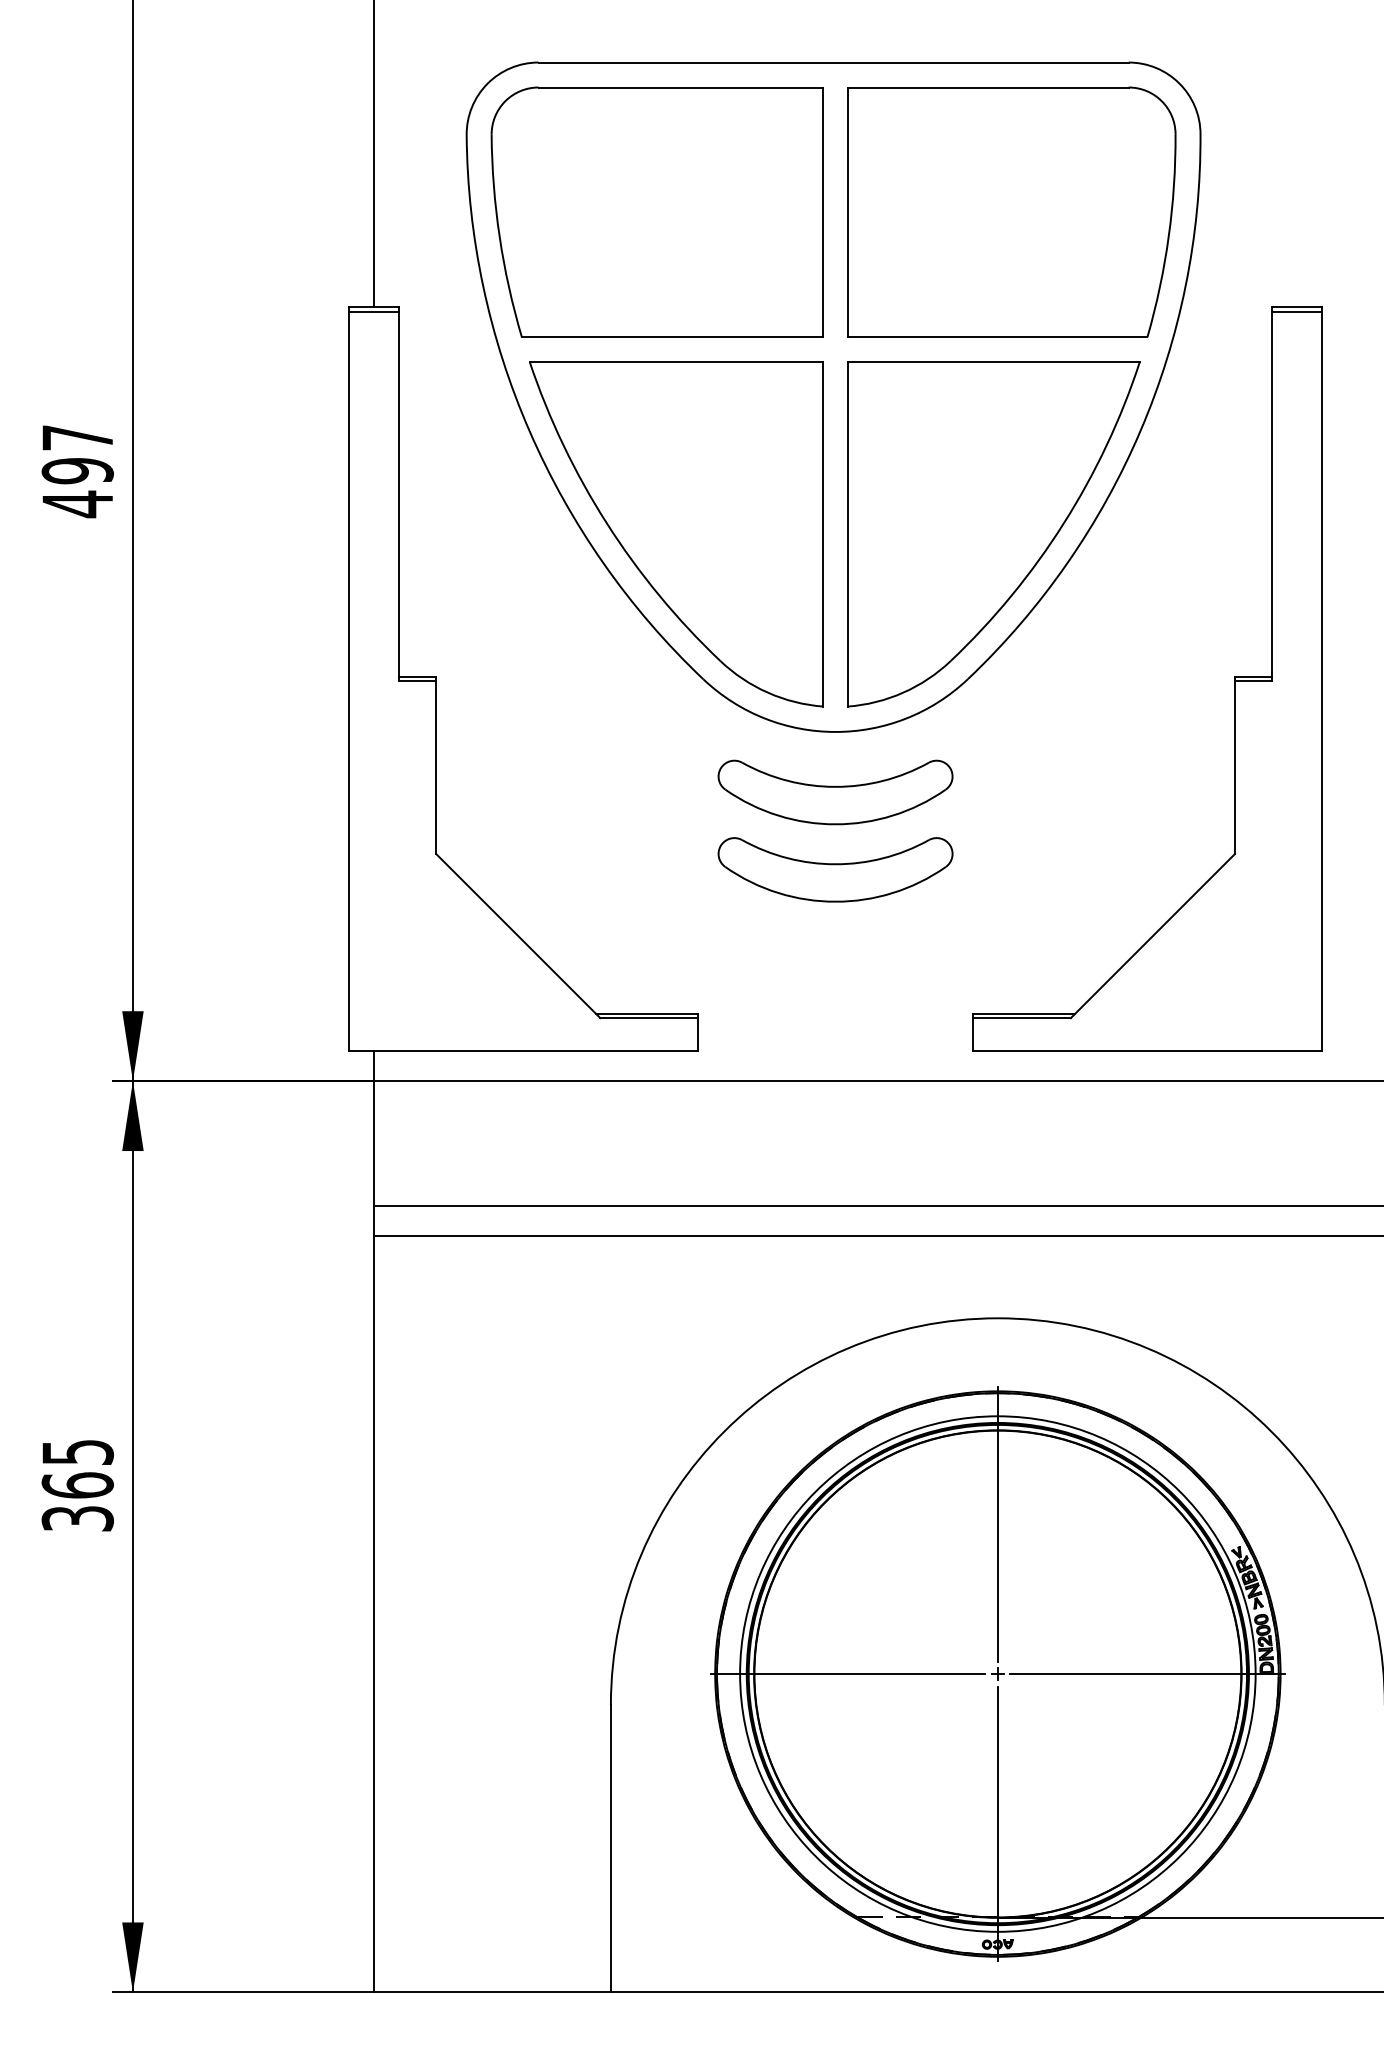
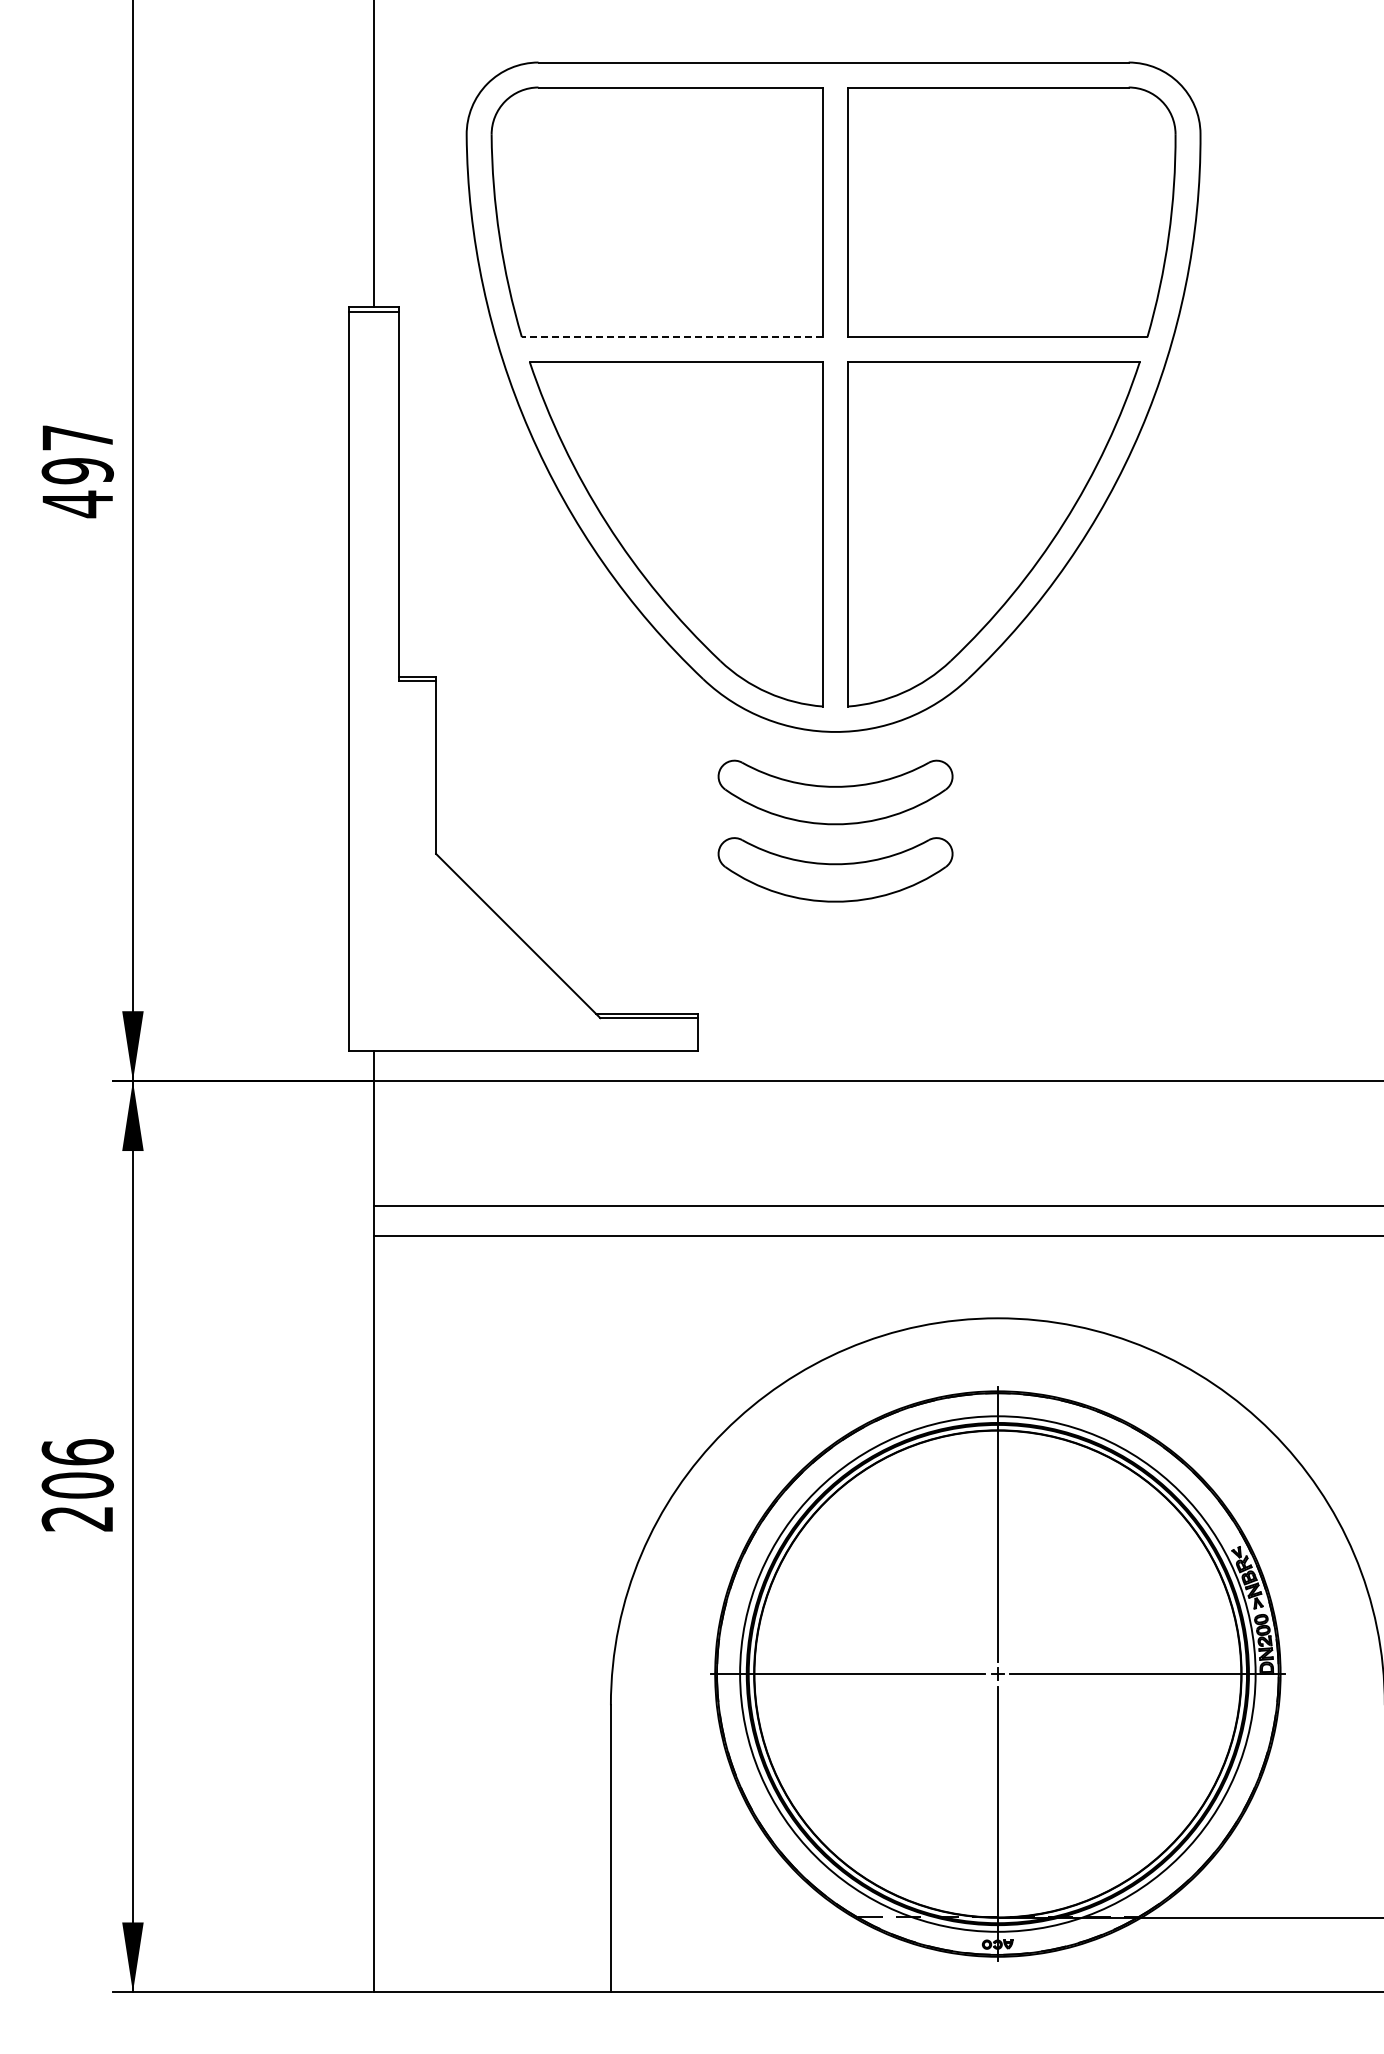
line at (672, 337): solid -> dashed
part at (1234, 678): present -> none
text at (77, 1485): 365 -> 206
